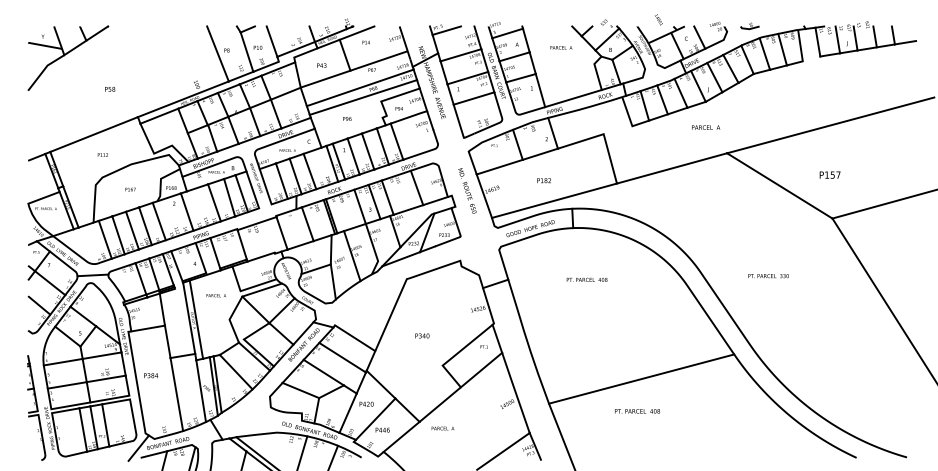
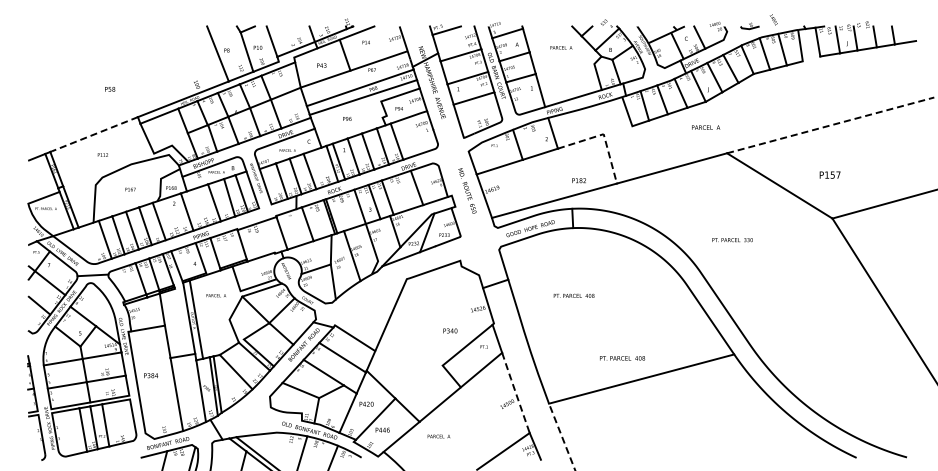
text at (658, 19) position: (658, 19) -> (773, 19)
part at (68, 57): present -> none
line at (831, 125): solid -> dashed
line at (92, 135): solid -> dashed
line at (604, 136): solid -> dashed
text at (543, 180) position: (543, 180) -> (578, 180)
text at (768, 276) position: (768, 276) -> (732, 240)
text at (586, 279) position: (586, 279) -> (573, 295)
text at (422, 335) position: (422, 335) -> (450, 330)
line at (515, 392): solid -> dashed
text at (637, 411) position: (637, 411) -> (622, 358)
text at (442, 428) position: (442, 428) -> (438, 436)
line at (562, 436): solid -> dashed
line at (138, 447): present -> none
